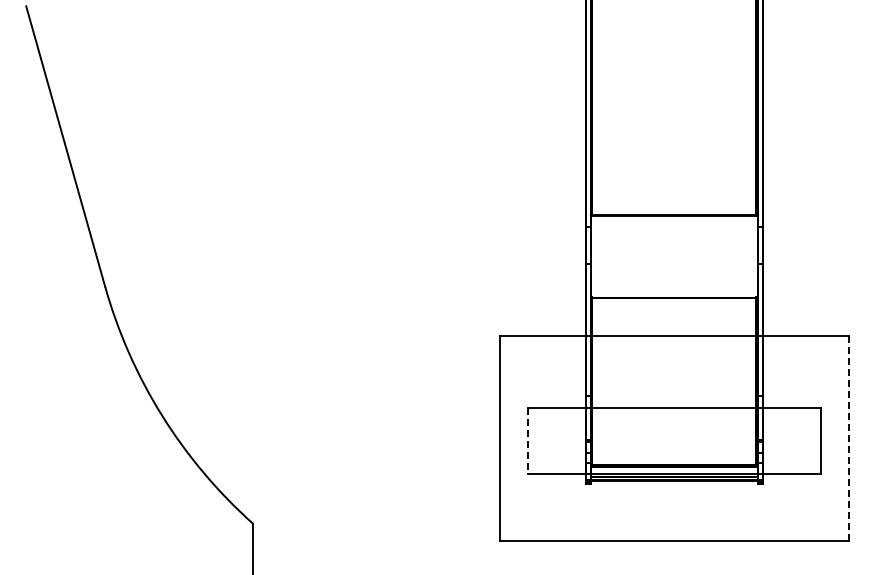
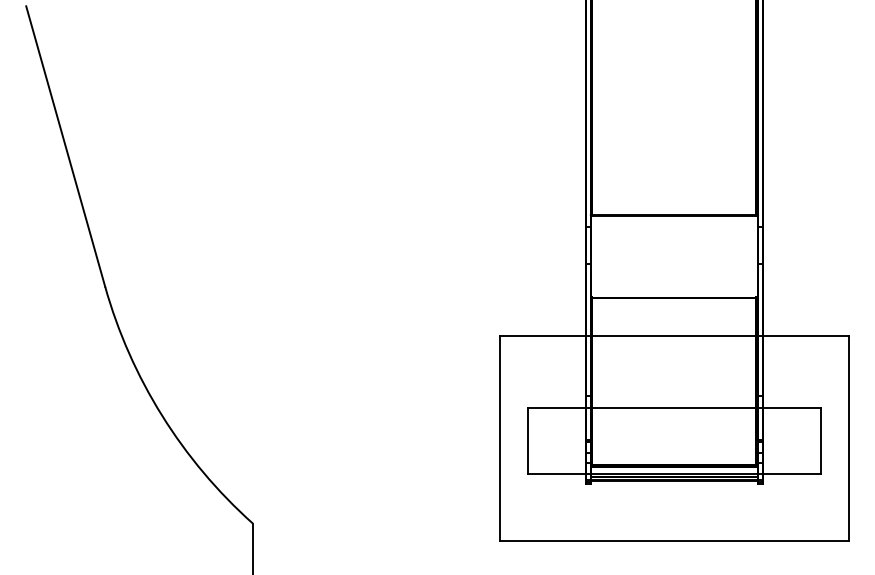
line at (848, 438): dashed -> solid
line at (528, 441): dashed -> solid
